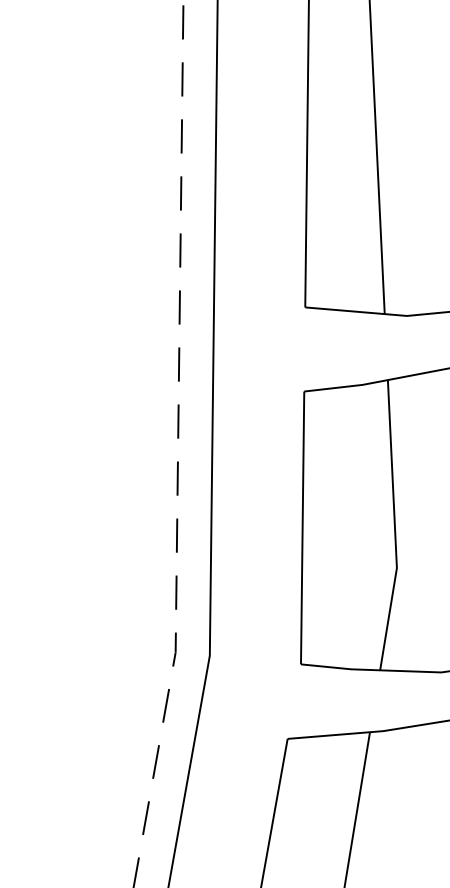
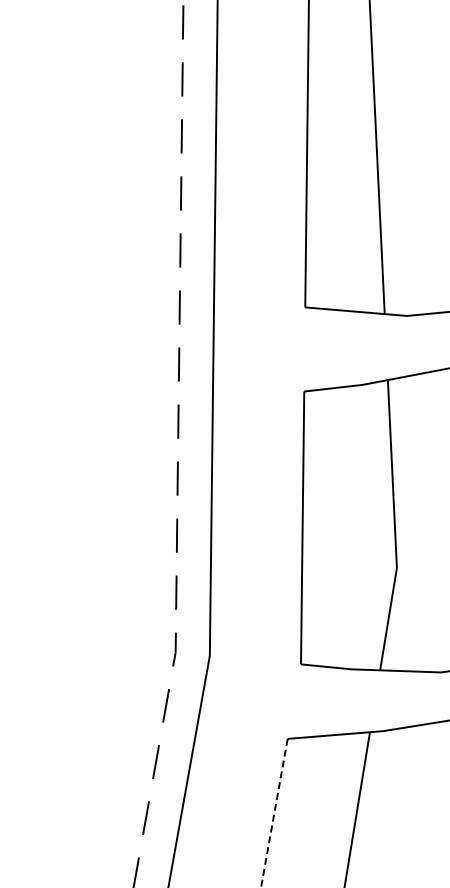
line at (274, 813): solid -> dashed
